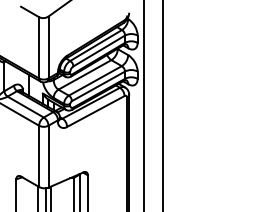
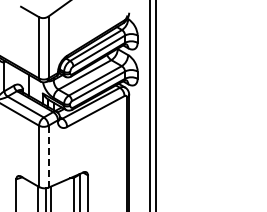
line at (143, 105) position: (143, 105) -> (149, 105)
line at (162, 105) position: (162, 105) -> (155, 105)
line at (48, 156): solid -> dashed
